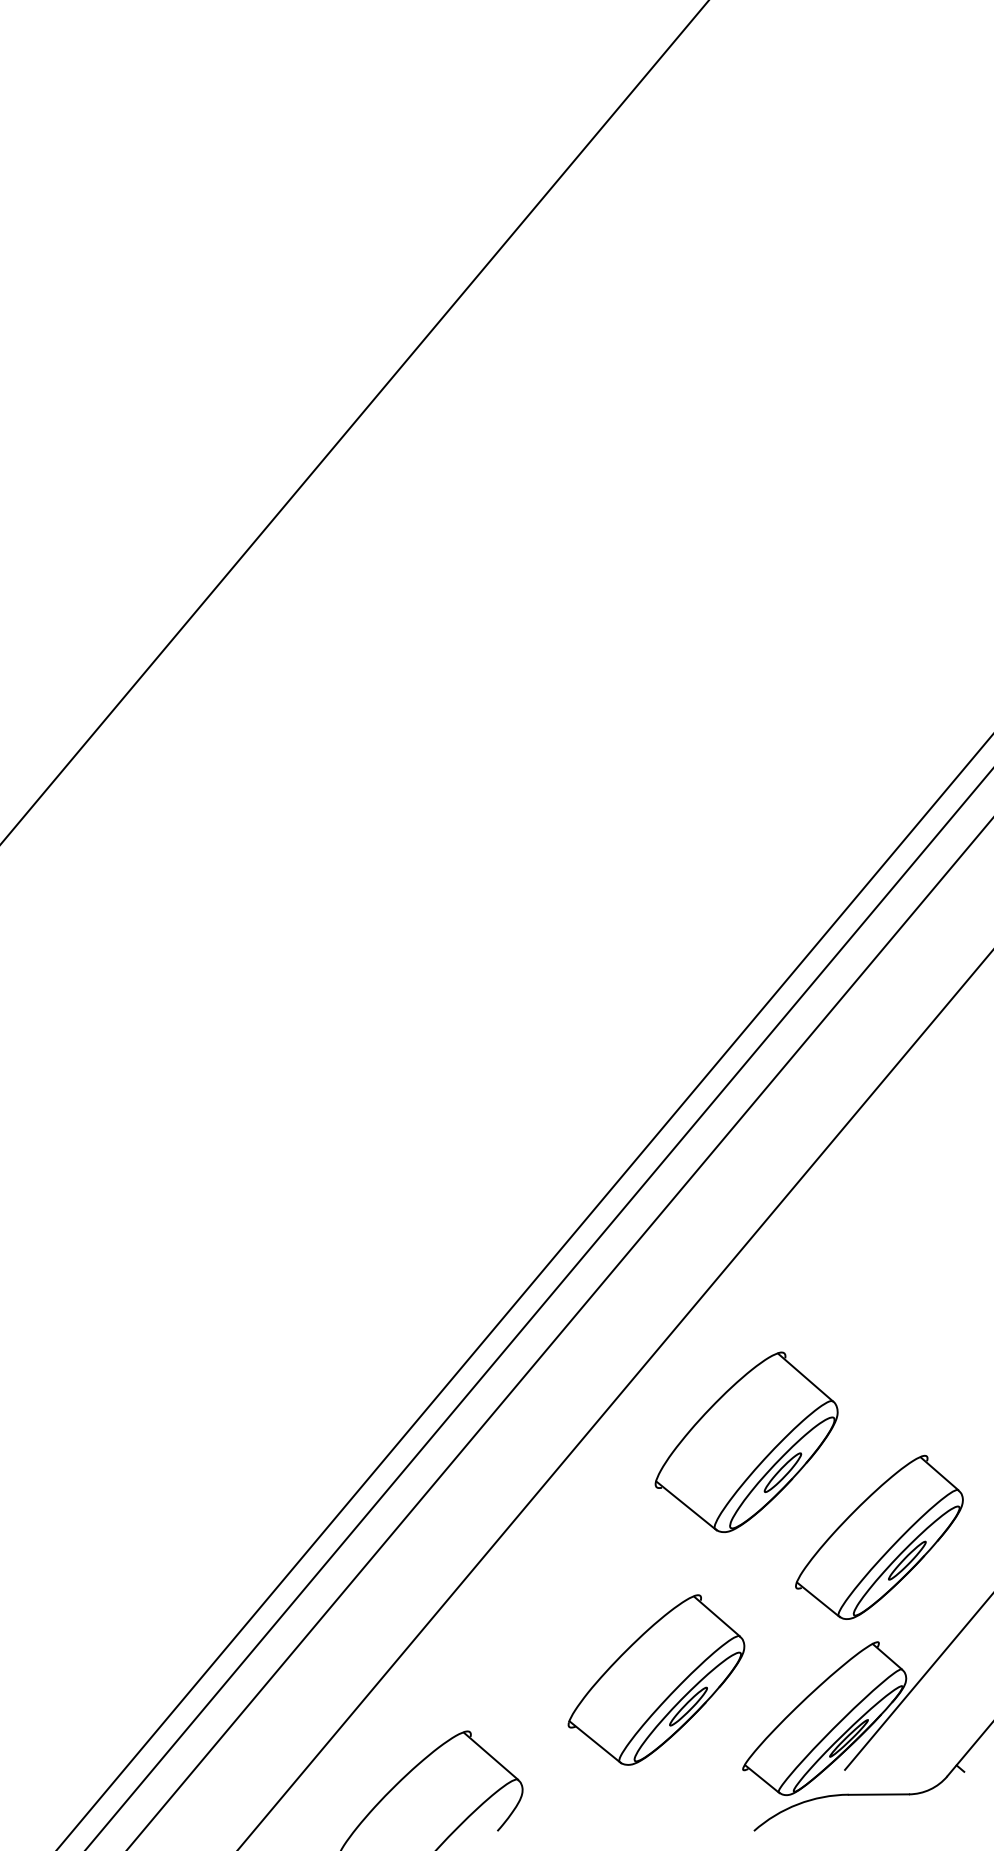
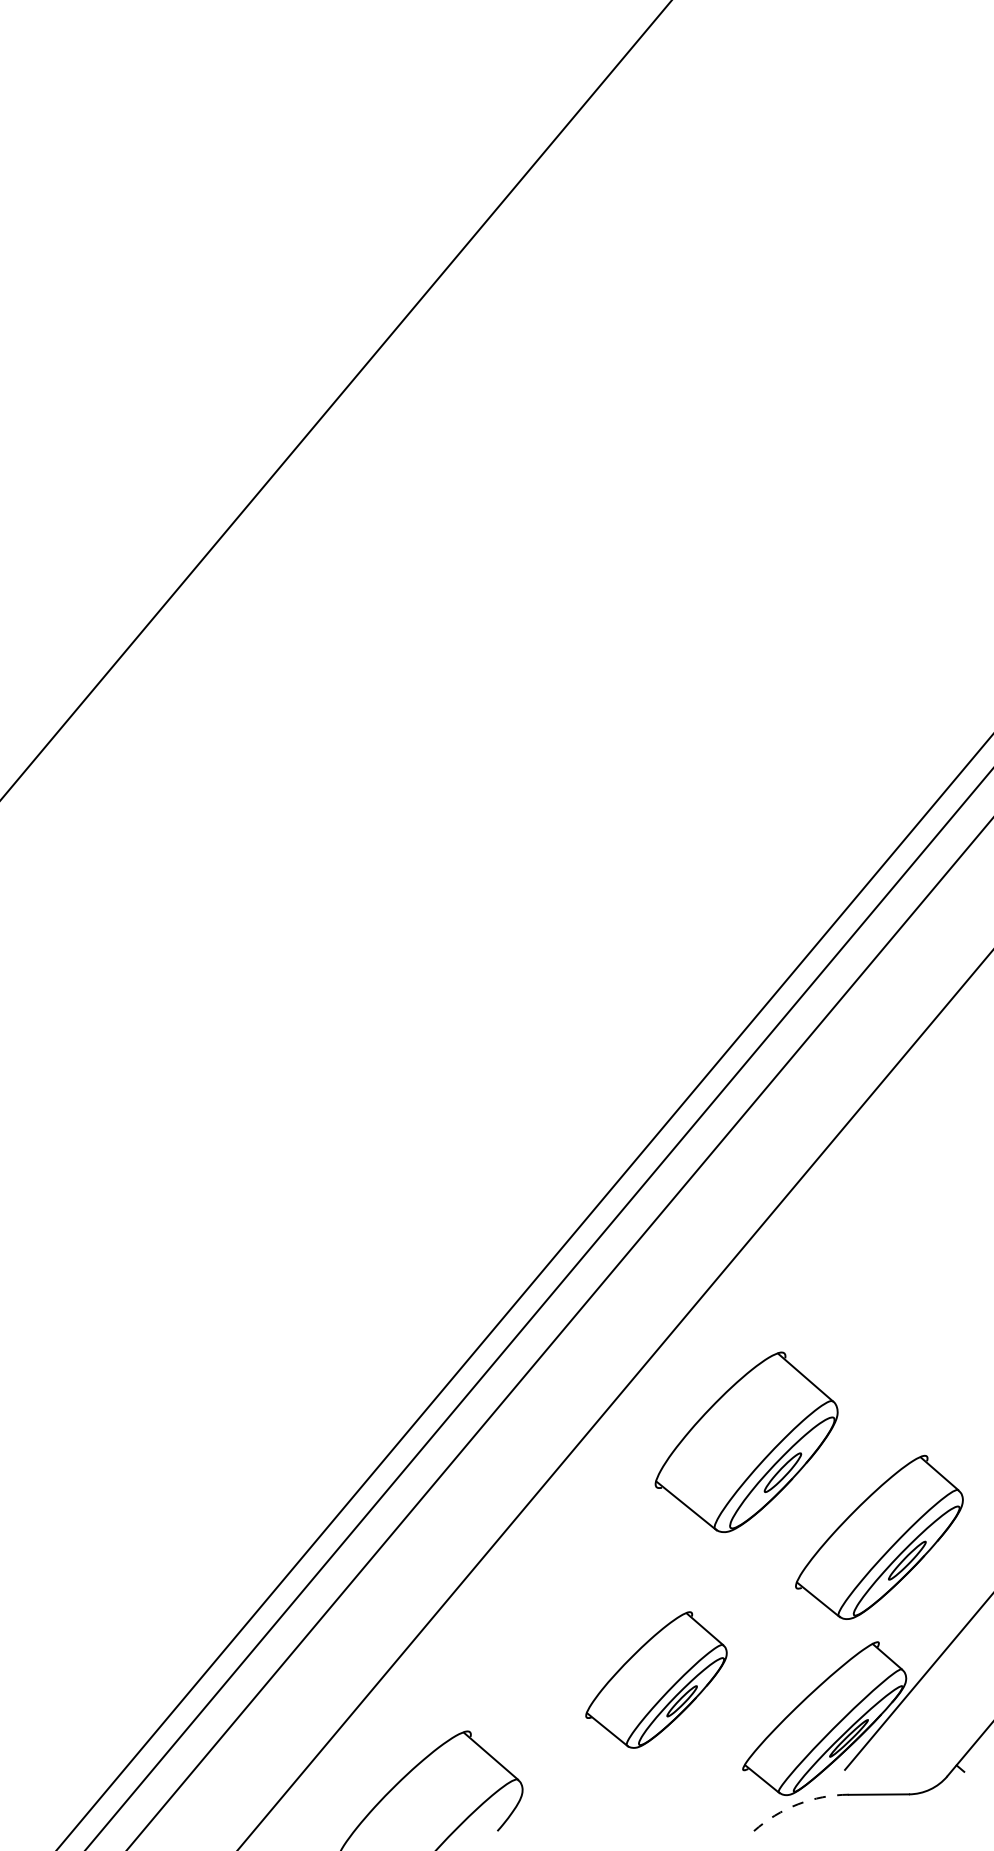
line at (354, 422) position: (354, 422) -> (336, 400)
part at (656, 1679) size: 179x172 px -> 143x138 px
arc at (798, 1804): solid -> dashed
